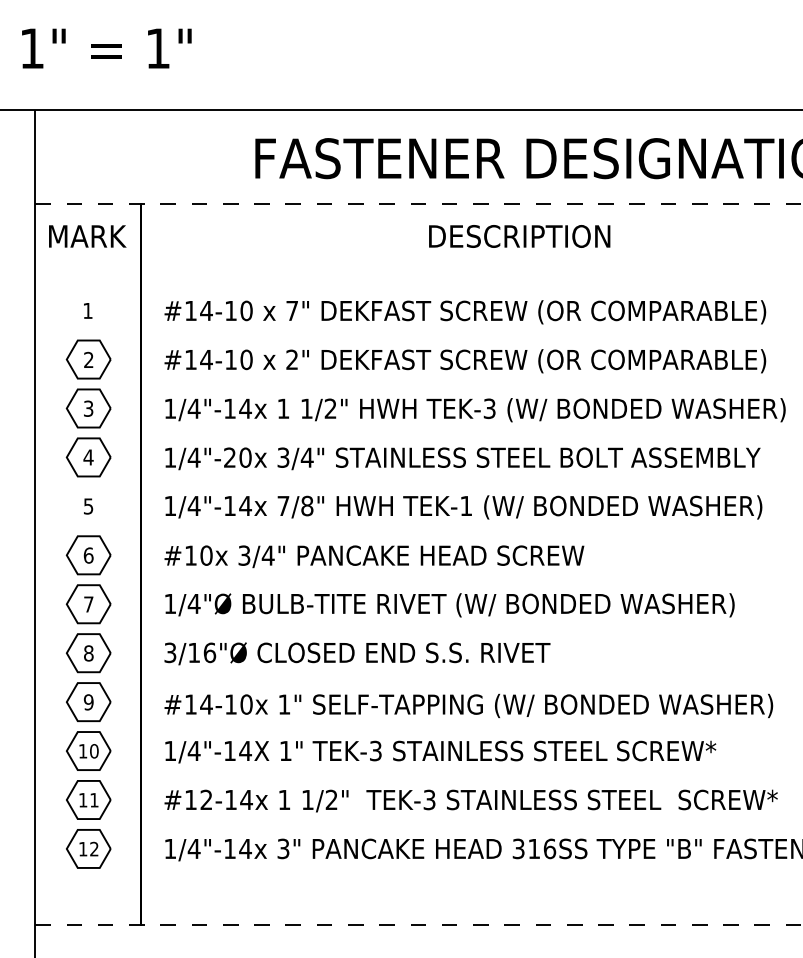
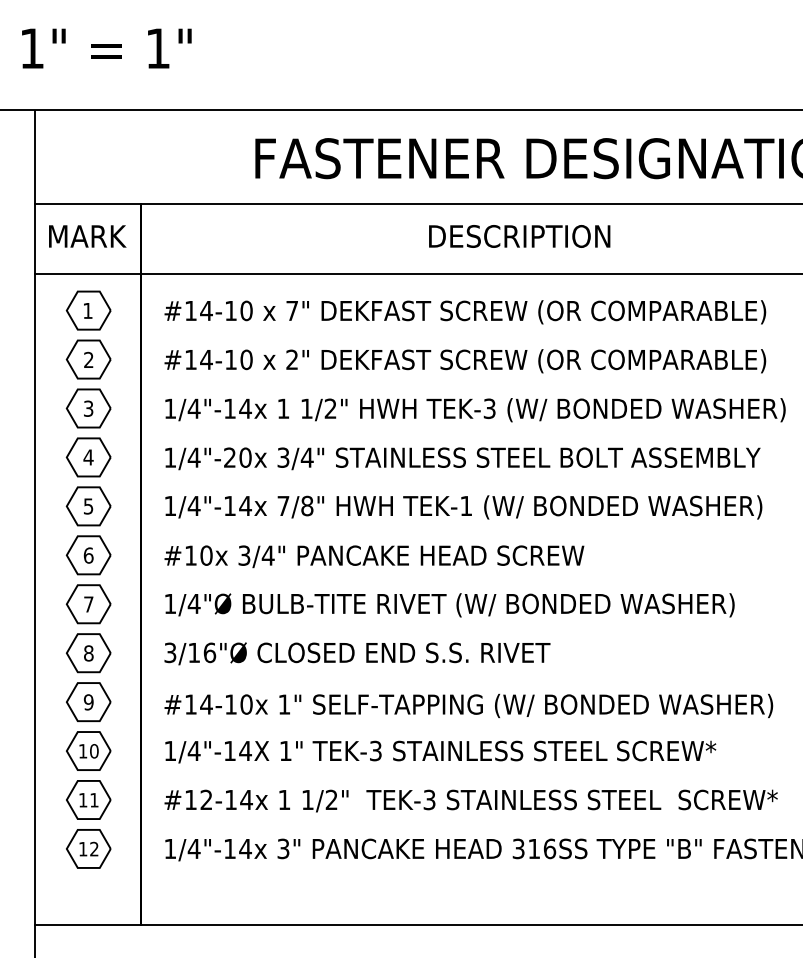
line at (419, 203): dashed -> solid
line at (417, 274): none -> present
part at (88, 310): none -> present
part at (88, 506): none -> present
line at (419, 924): dashed -> solid
